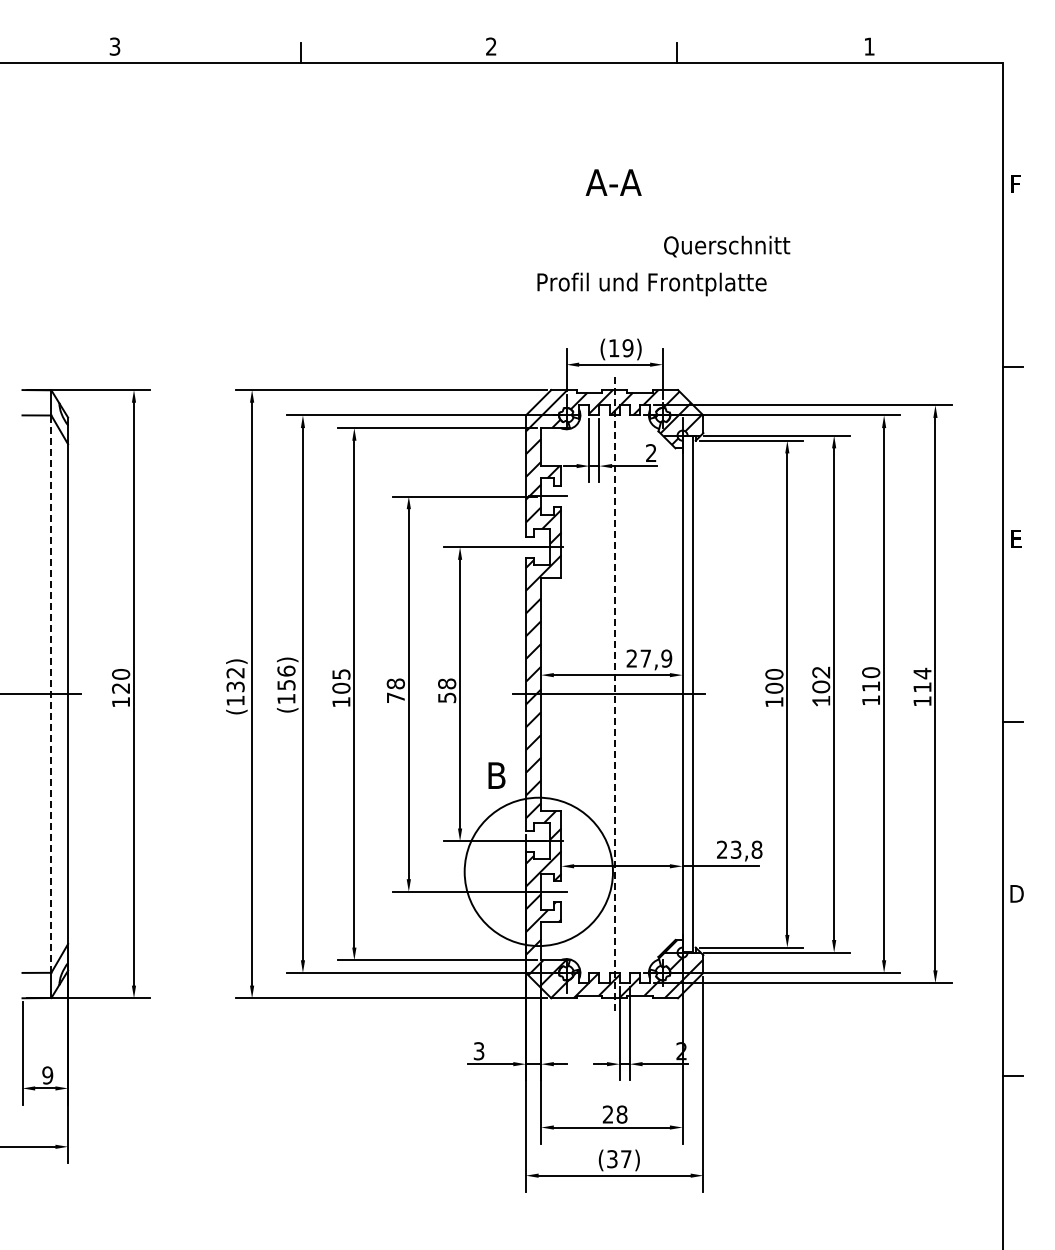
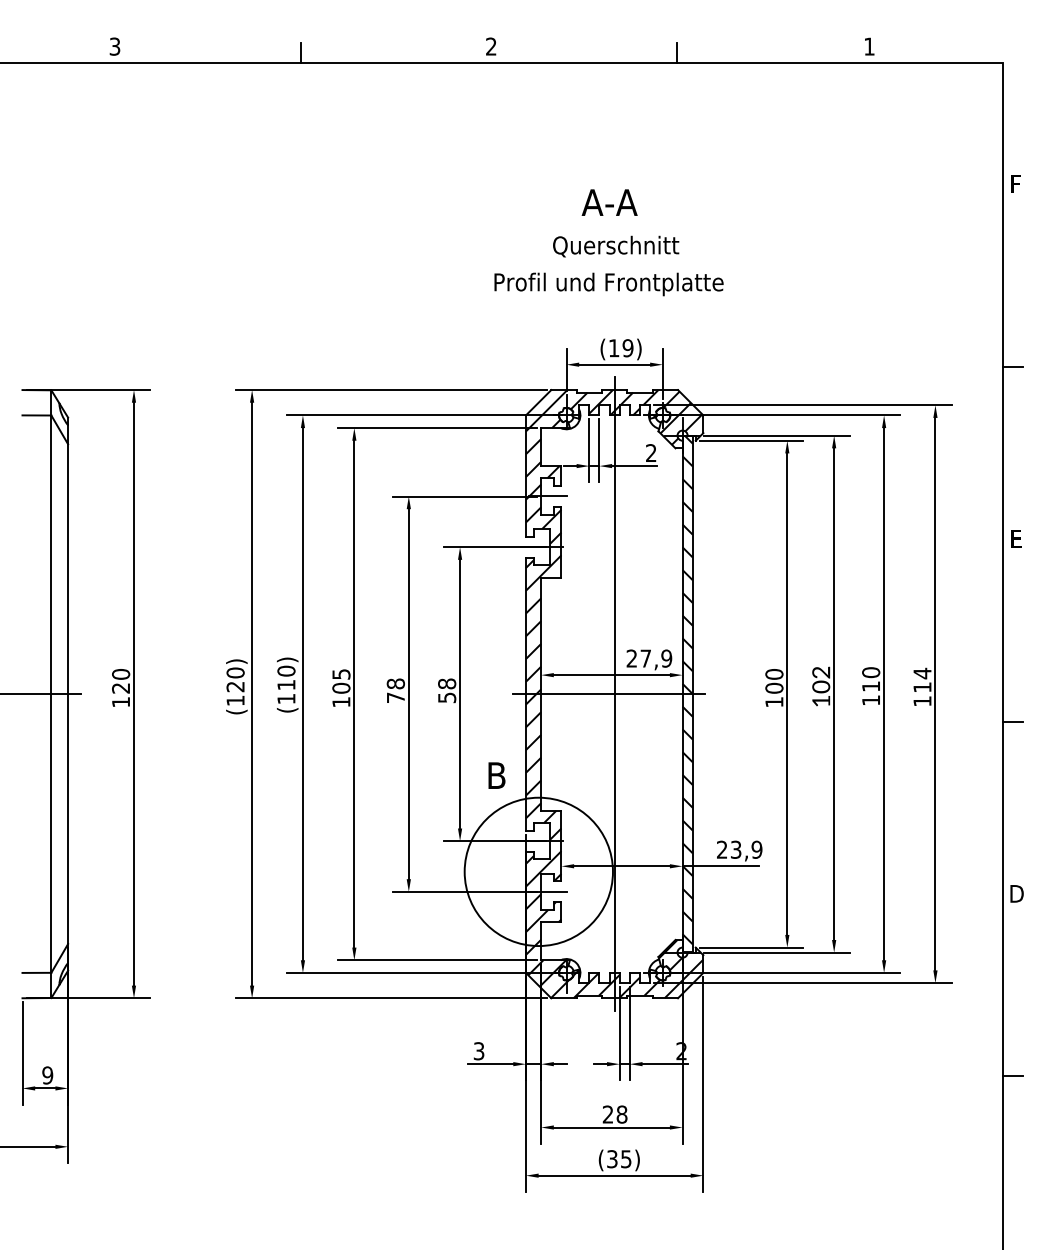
text at (613, 182) position: (613, 182) -> (609, 202)
text at (727, 246) position: (727, 246) -> (616, 246)
text at (651, 284) position: (651, 284) -> (608, 284)
text at (286, 677): (156) -> (110)
text at (235, 679): (132) -> (120)
hatch at (687, 690): none -> present
line at (51, 694): dashed -> solid
line at (614, 694): dashed -> solid
text at (756, 849): 23,8 -> 23,9
text at (626, 1159): (37) -> (35)
